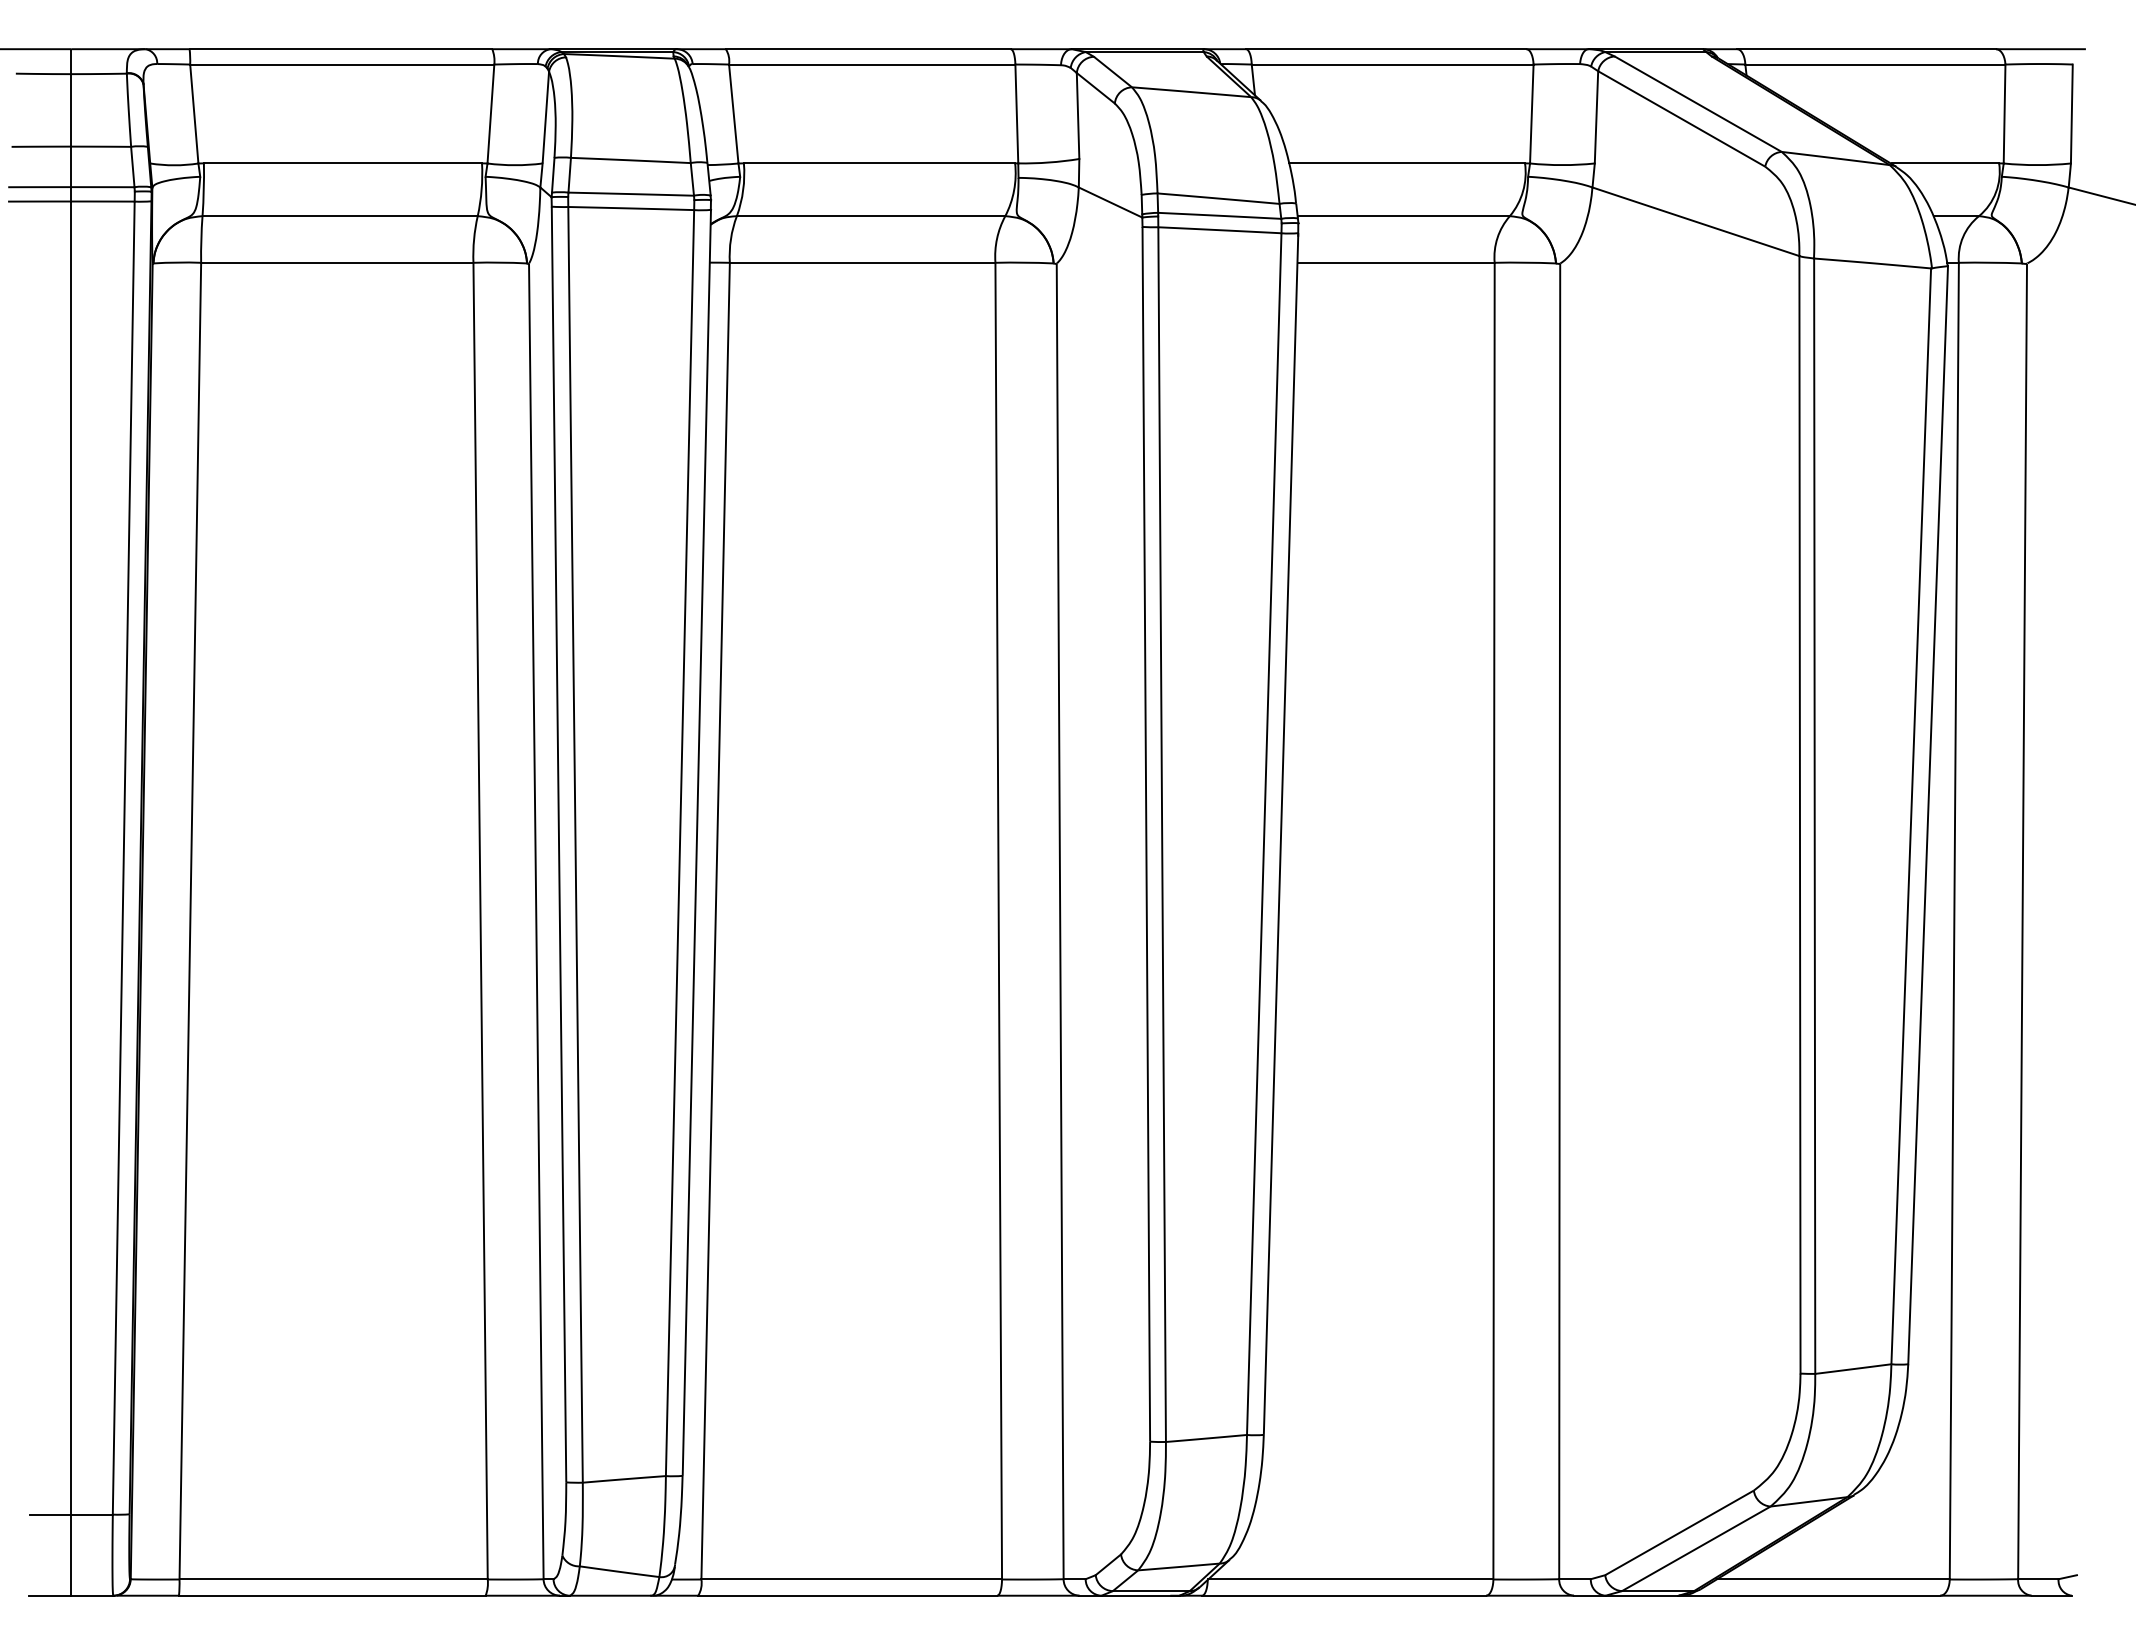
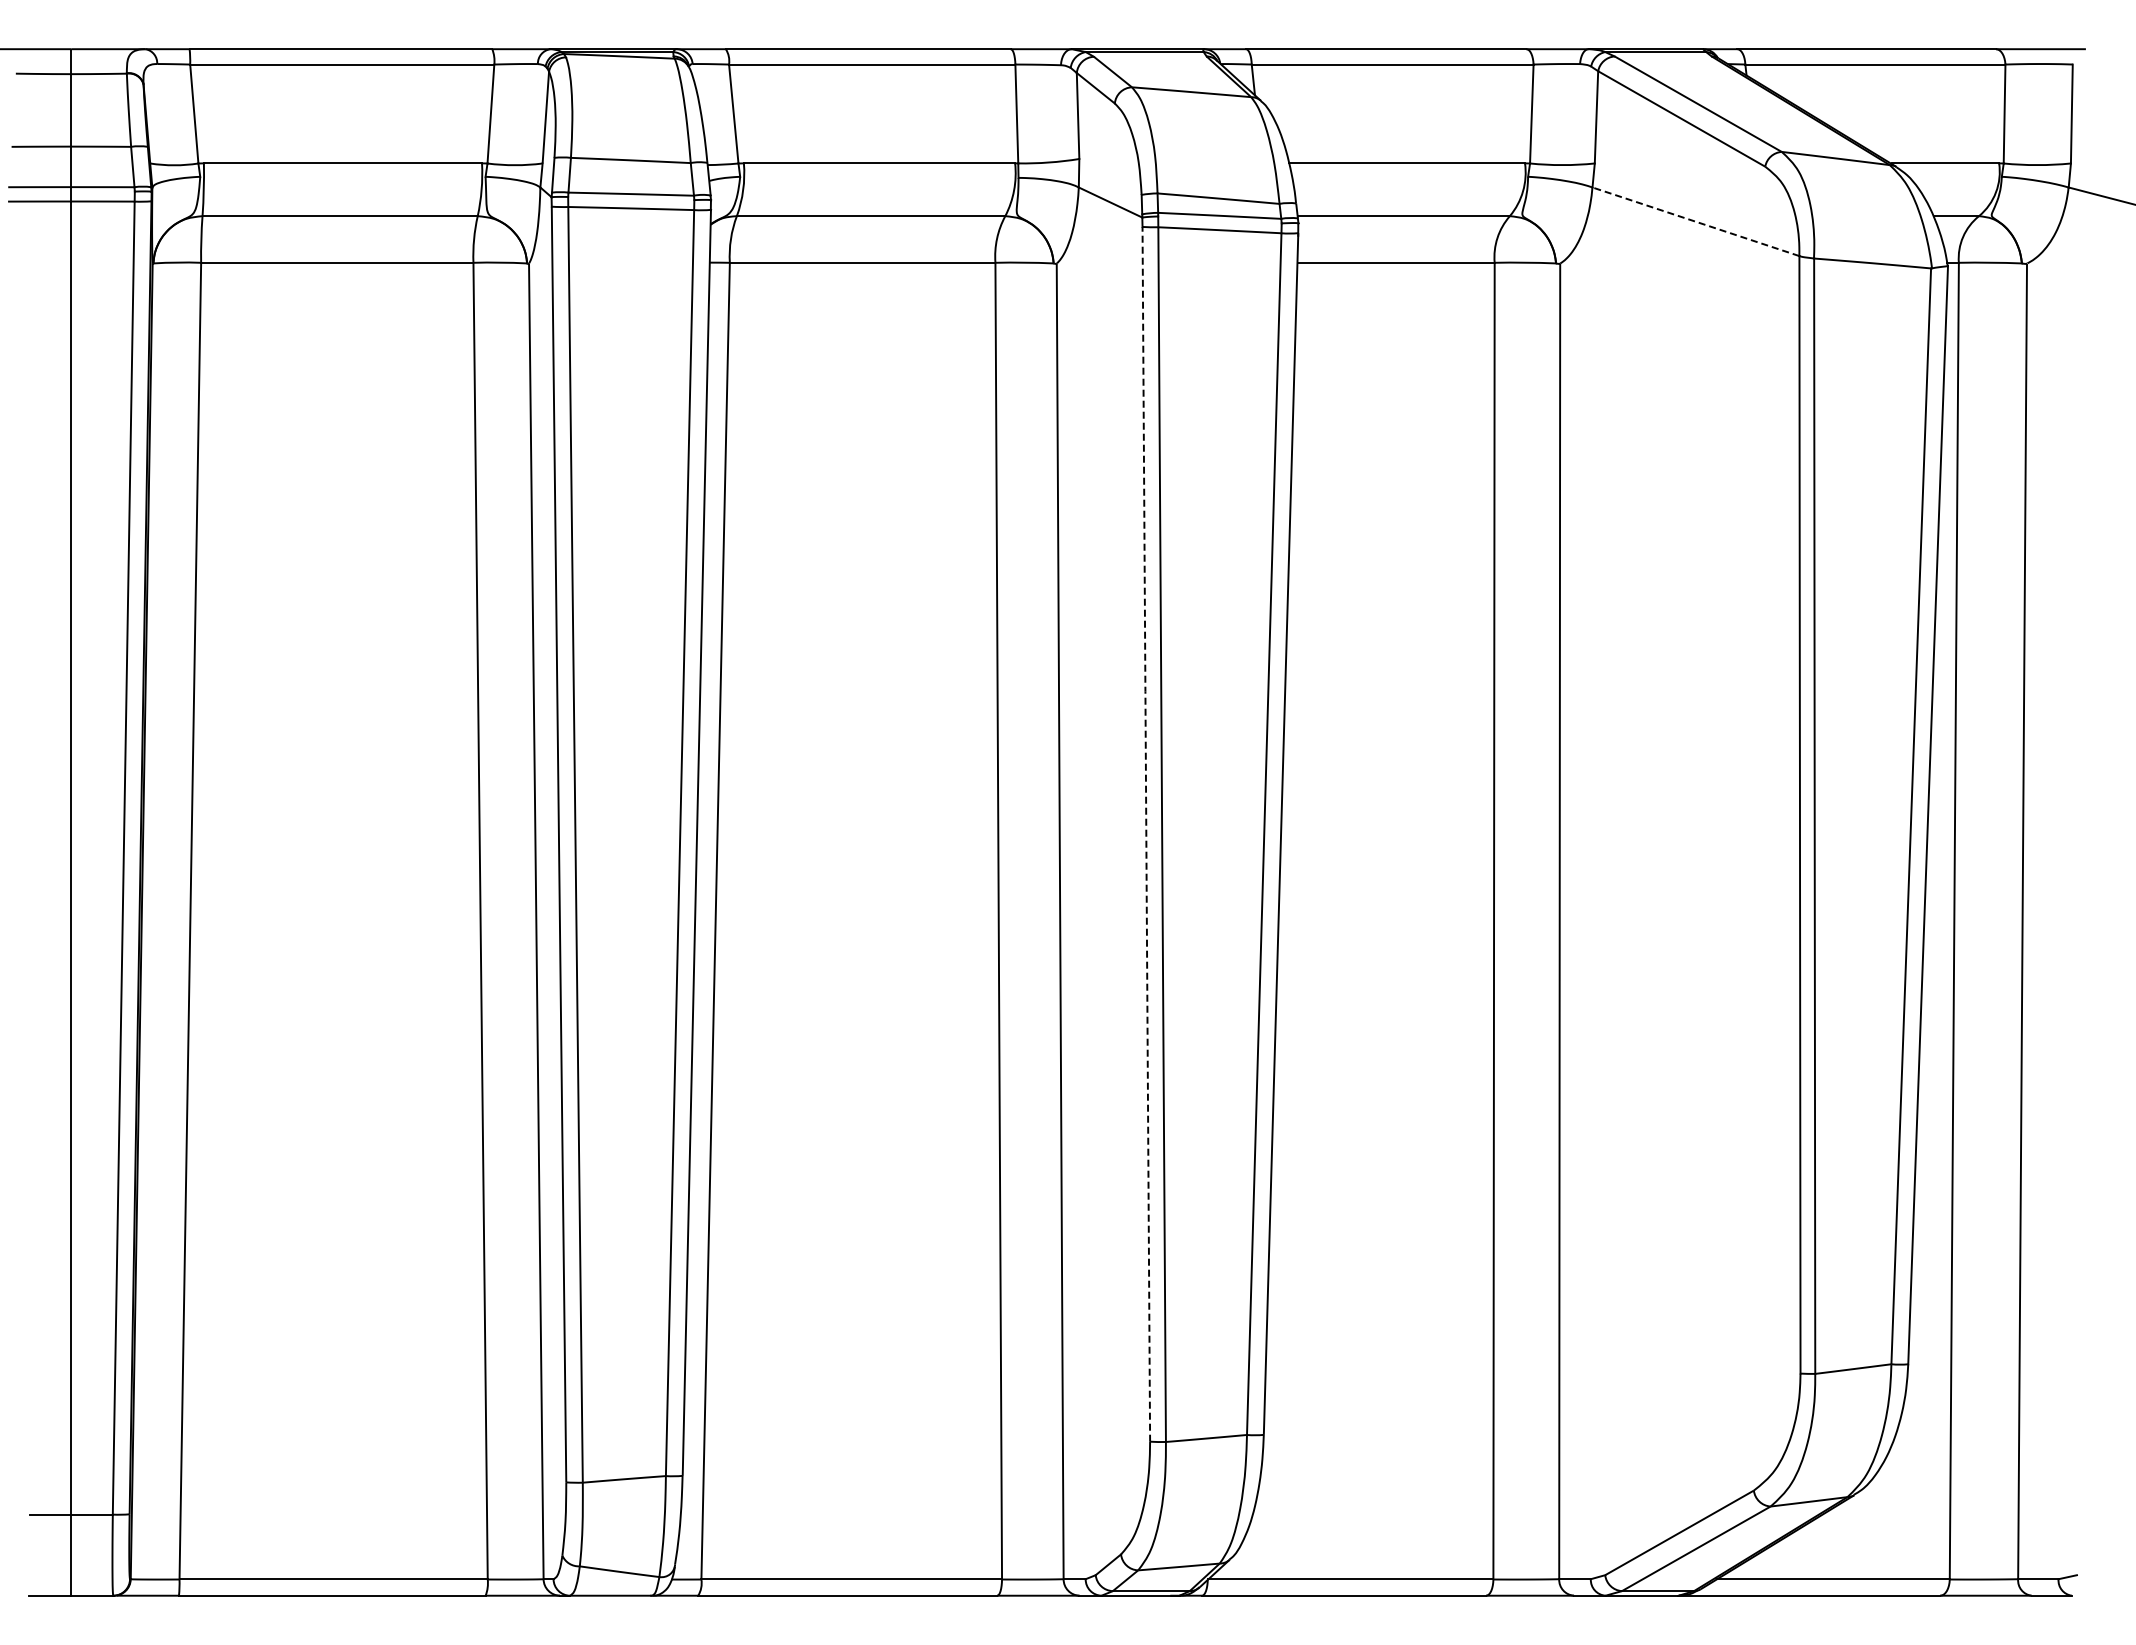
line at (1695, 221): solid -> dashed
line at (1146, 833): solid -> dashed
